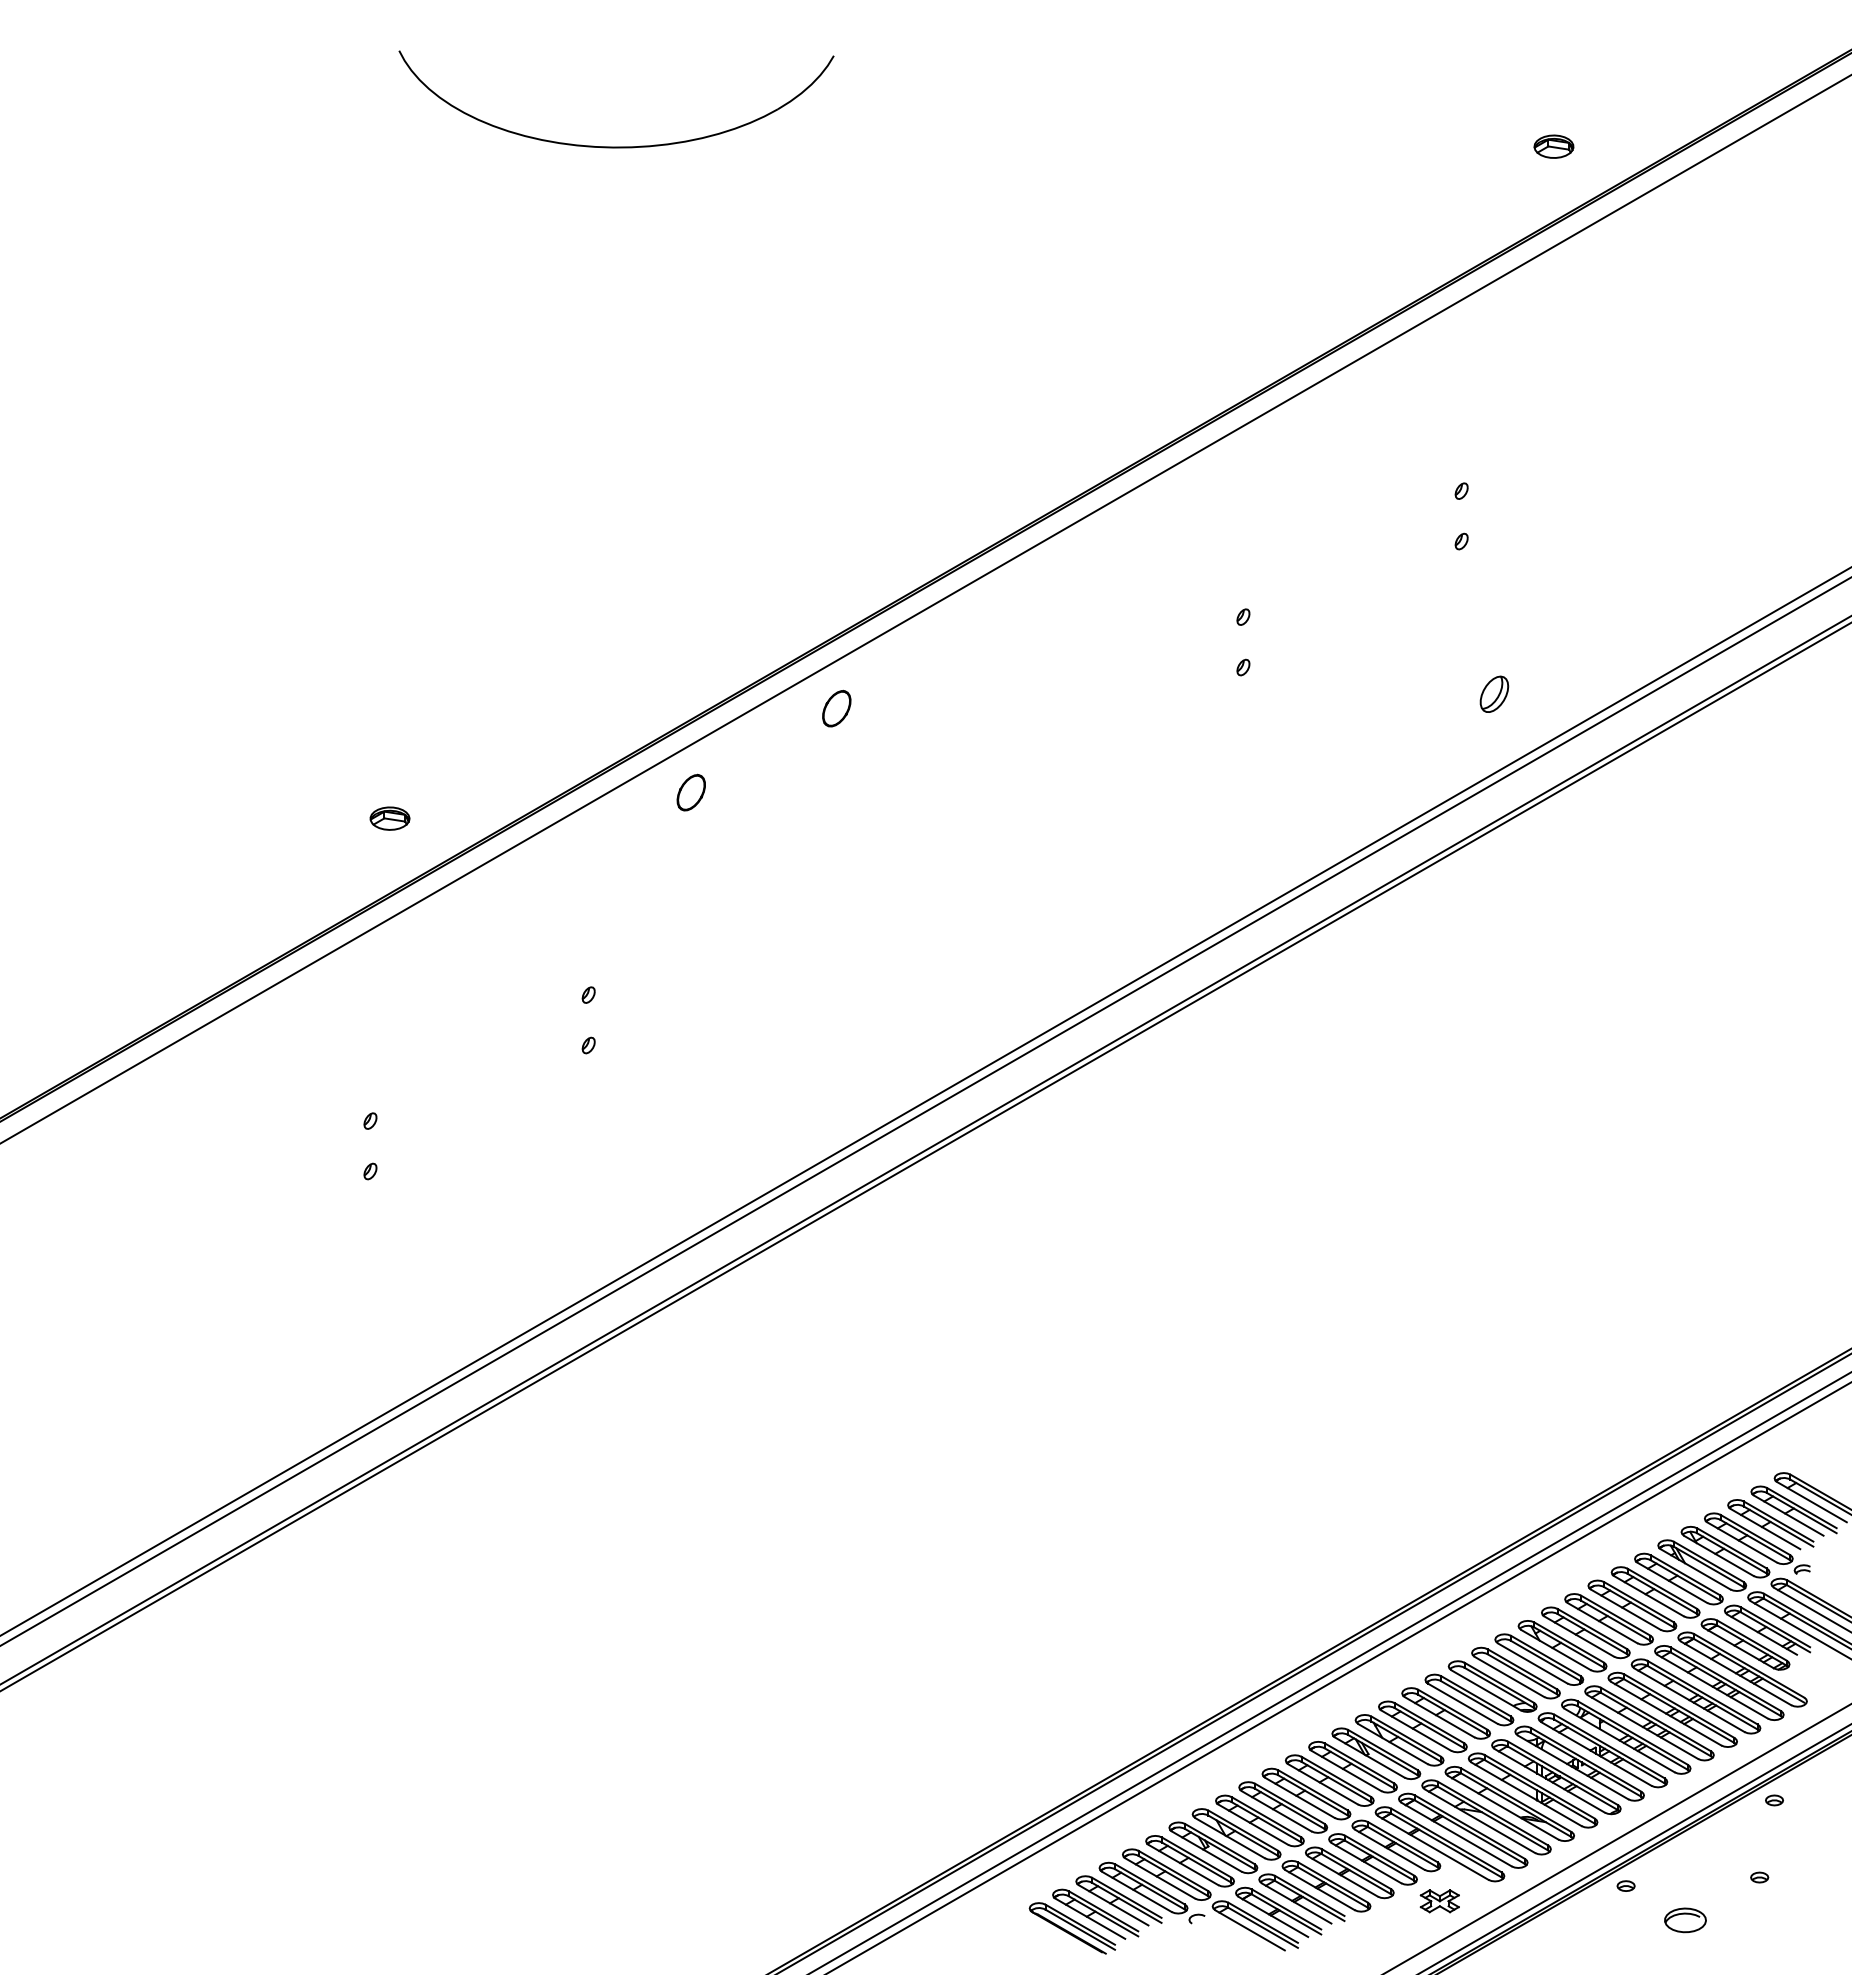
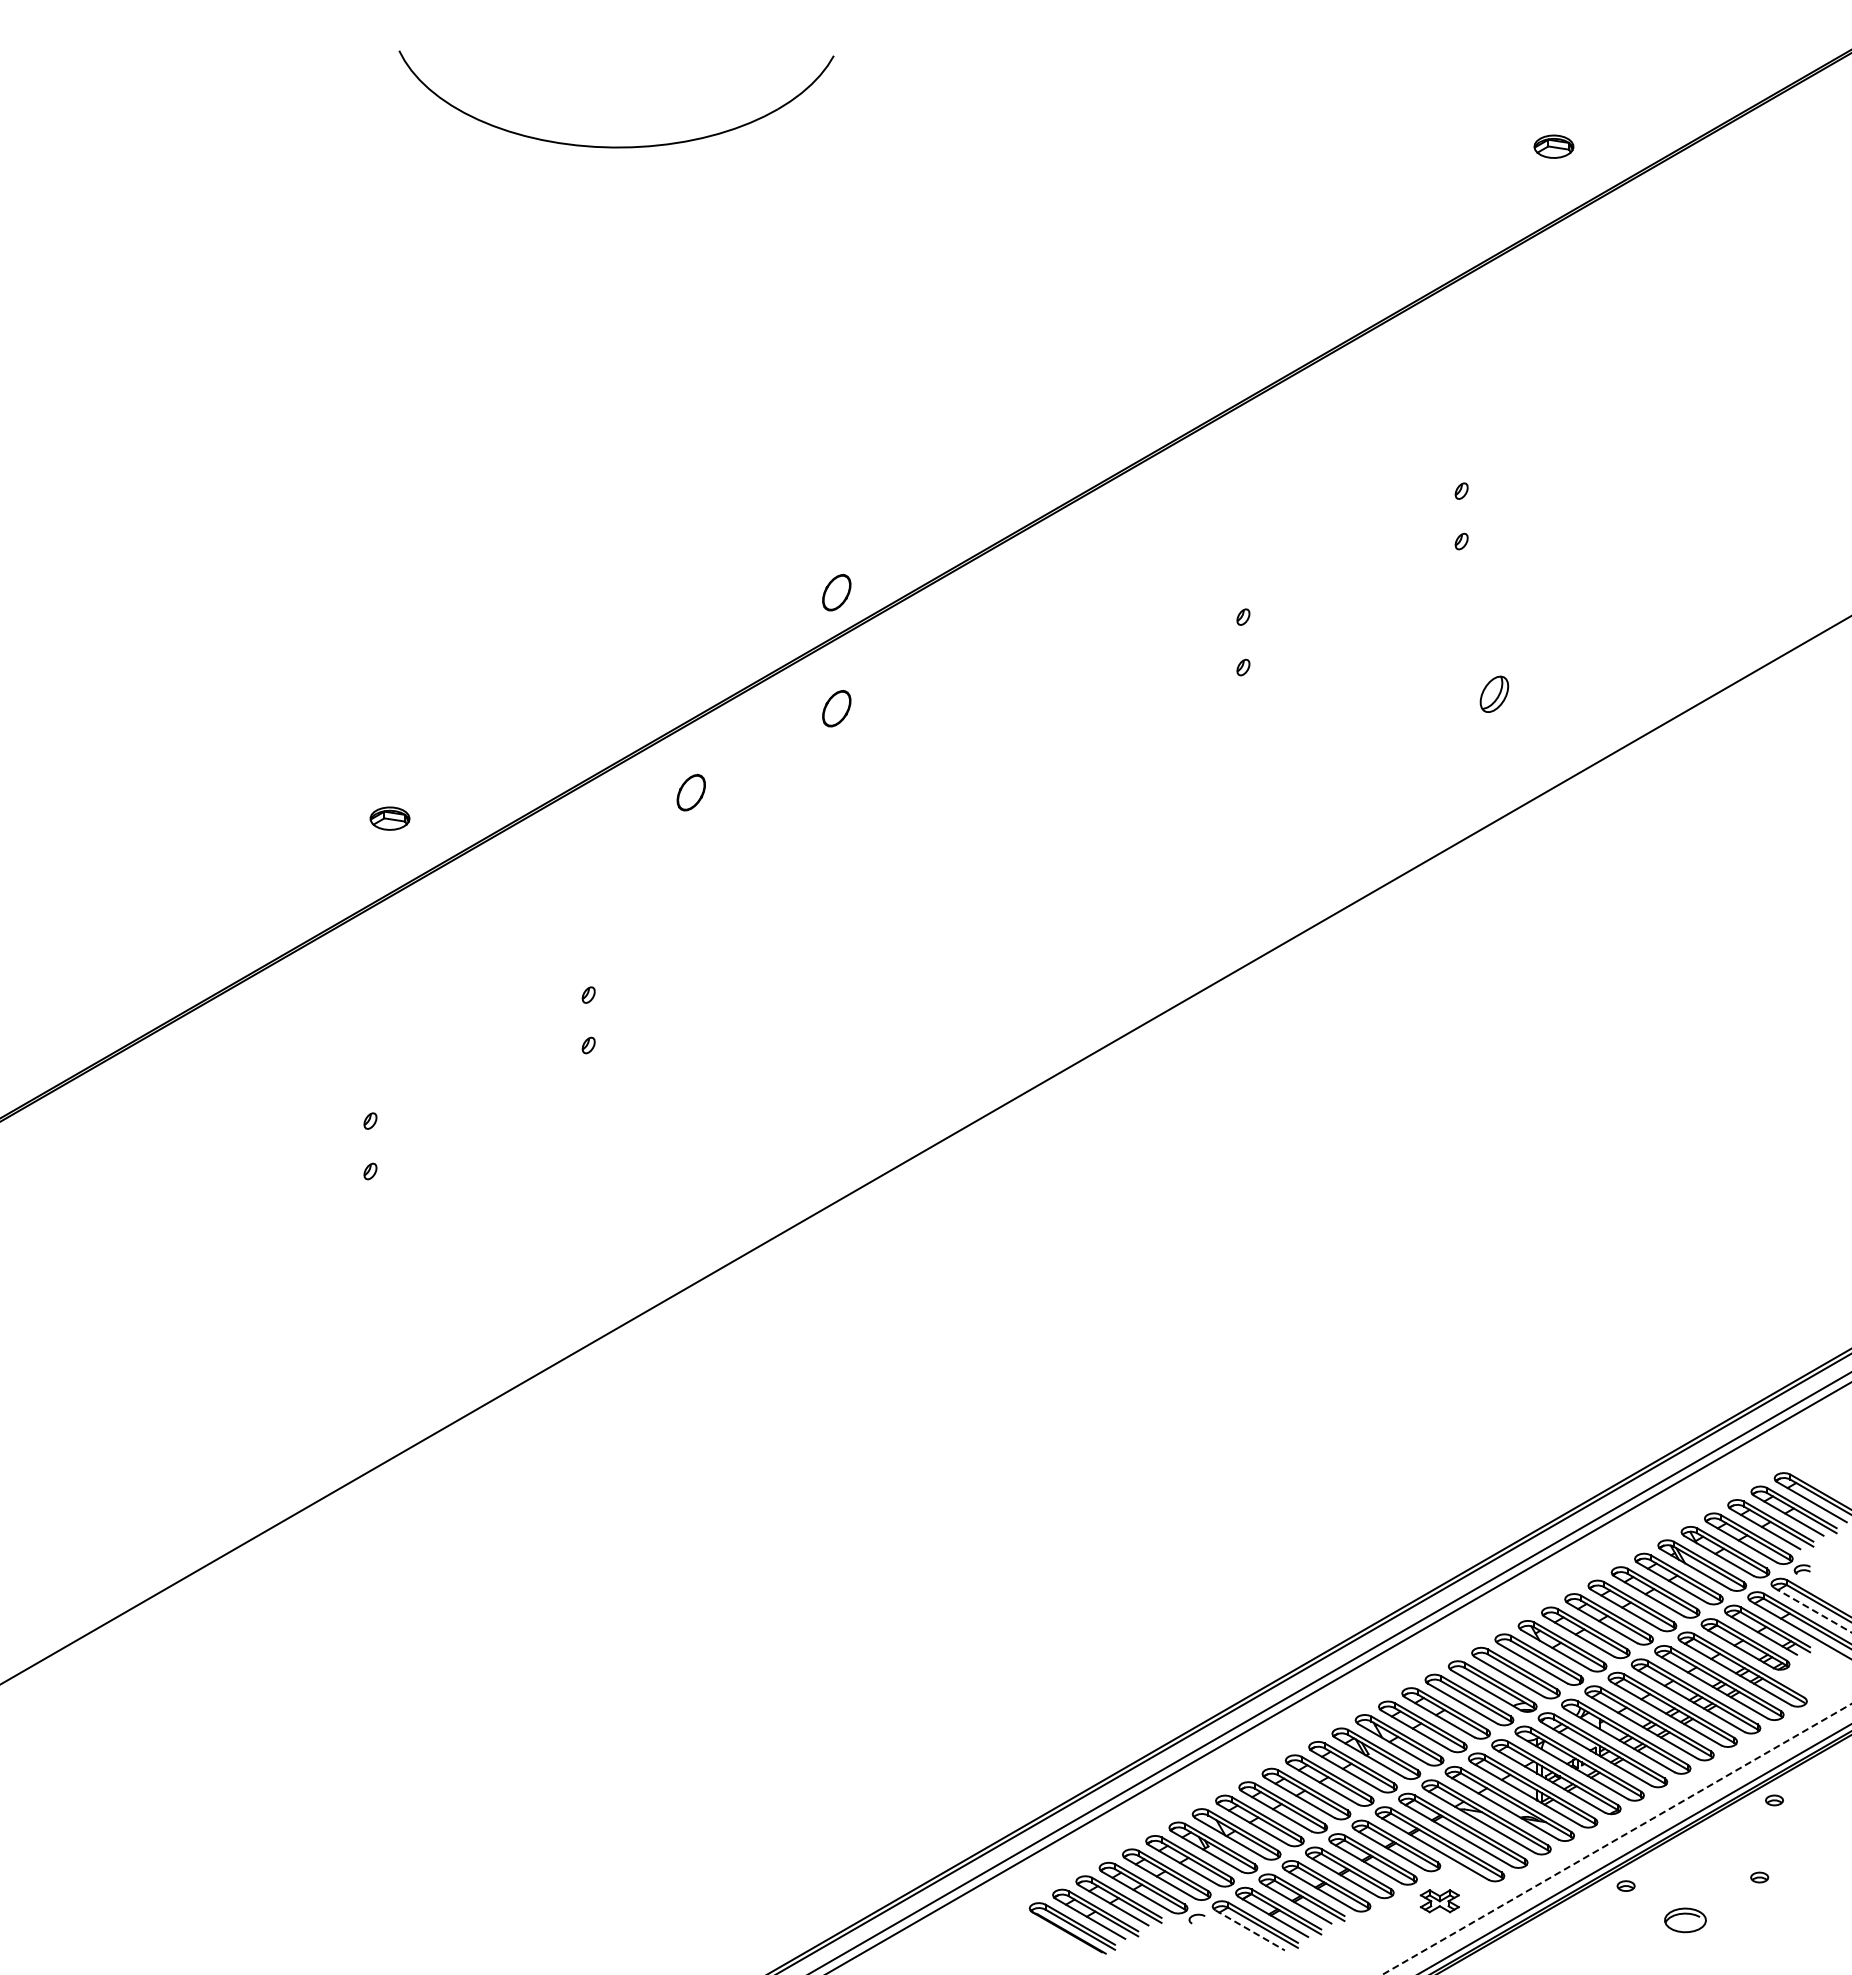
part at (836, 592): none -> present
line at (925, 609): present -> none
line at (925, 1101): present -> none
line at (925, 1111): present -> none
line at (925, 1157): present -> none
line at (1812, 1610): solid -> dashed
line at (1617, 1839): solid -> dashed
line at (1250, 1930): solid -> dashed
